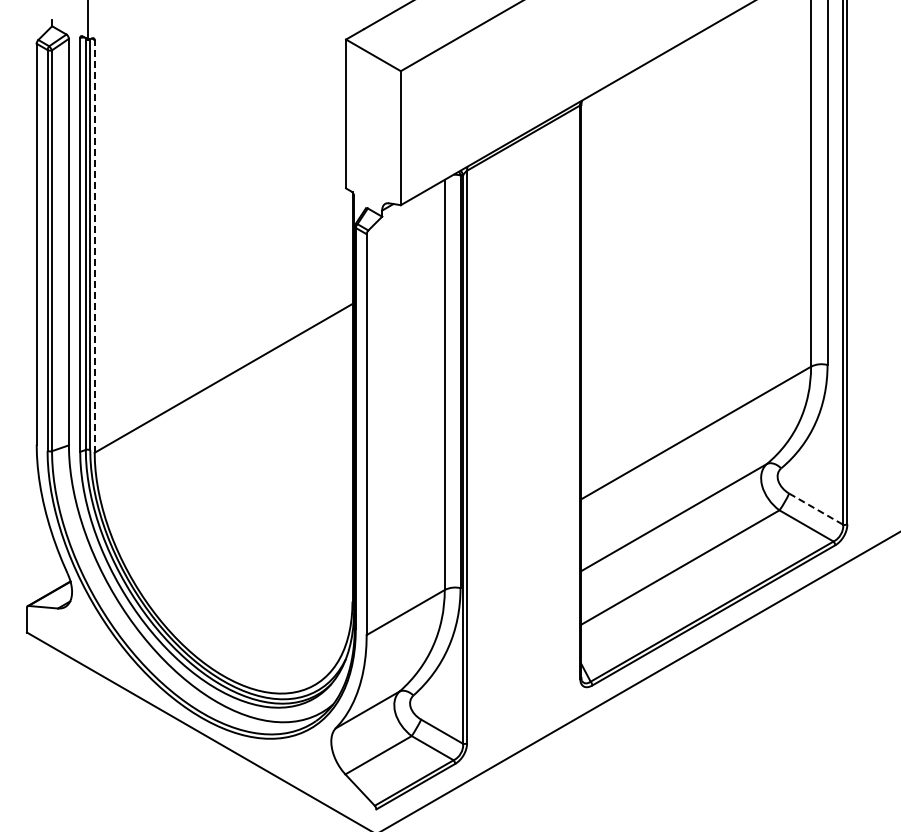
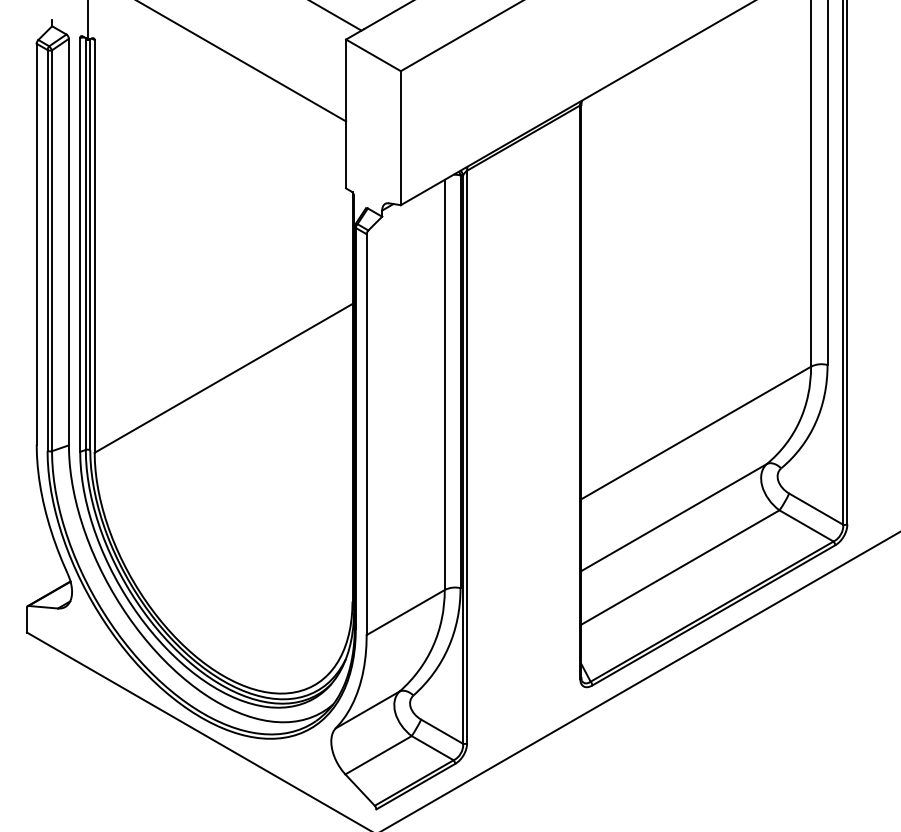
line at (336, 16): none -> present
line at (242, 61): none -> present
line at (94, 245): dashed -> solid
line at (816, 509): dashed -> solid
